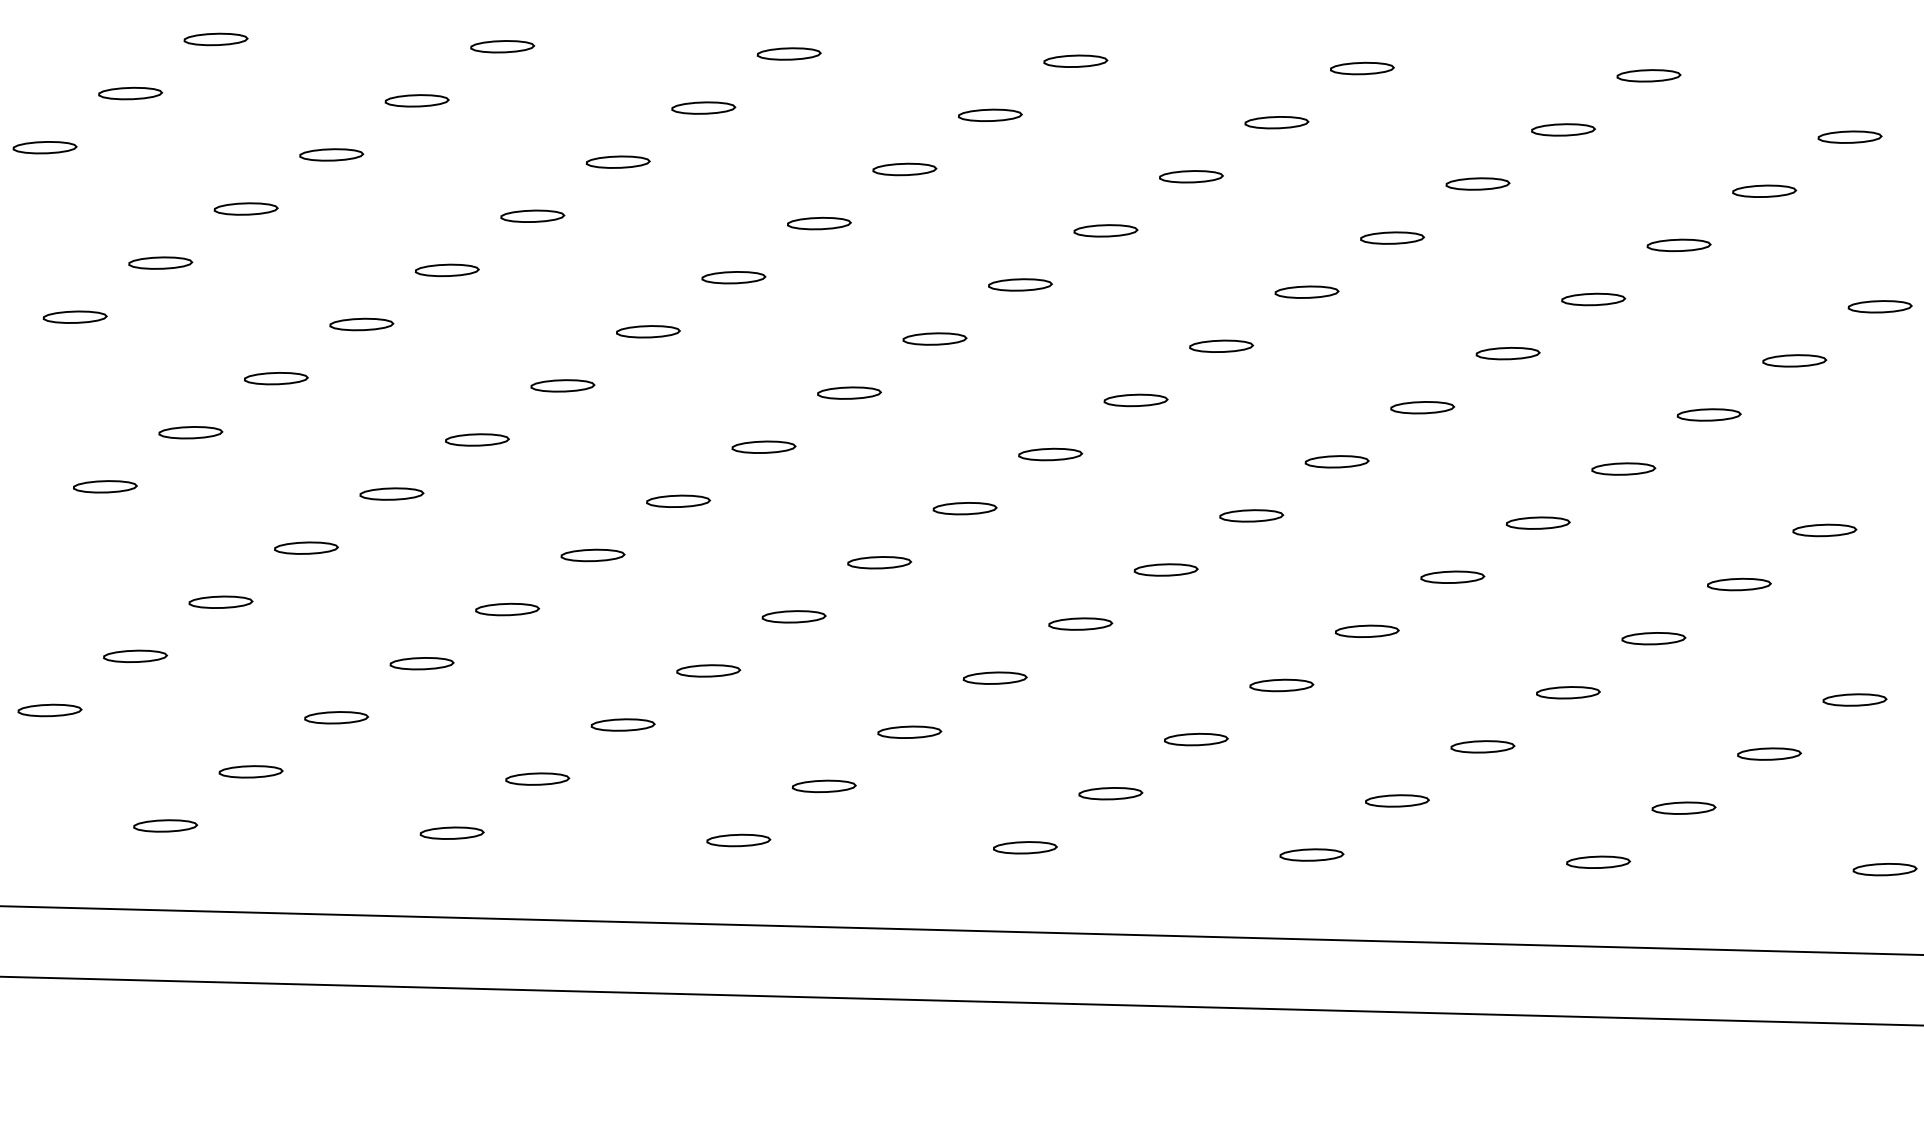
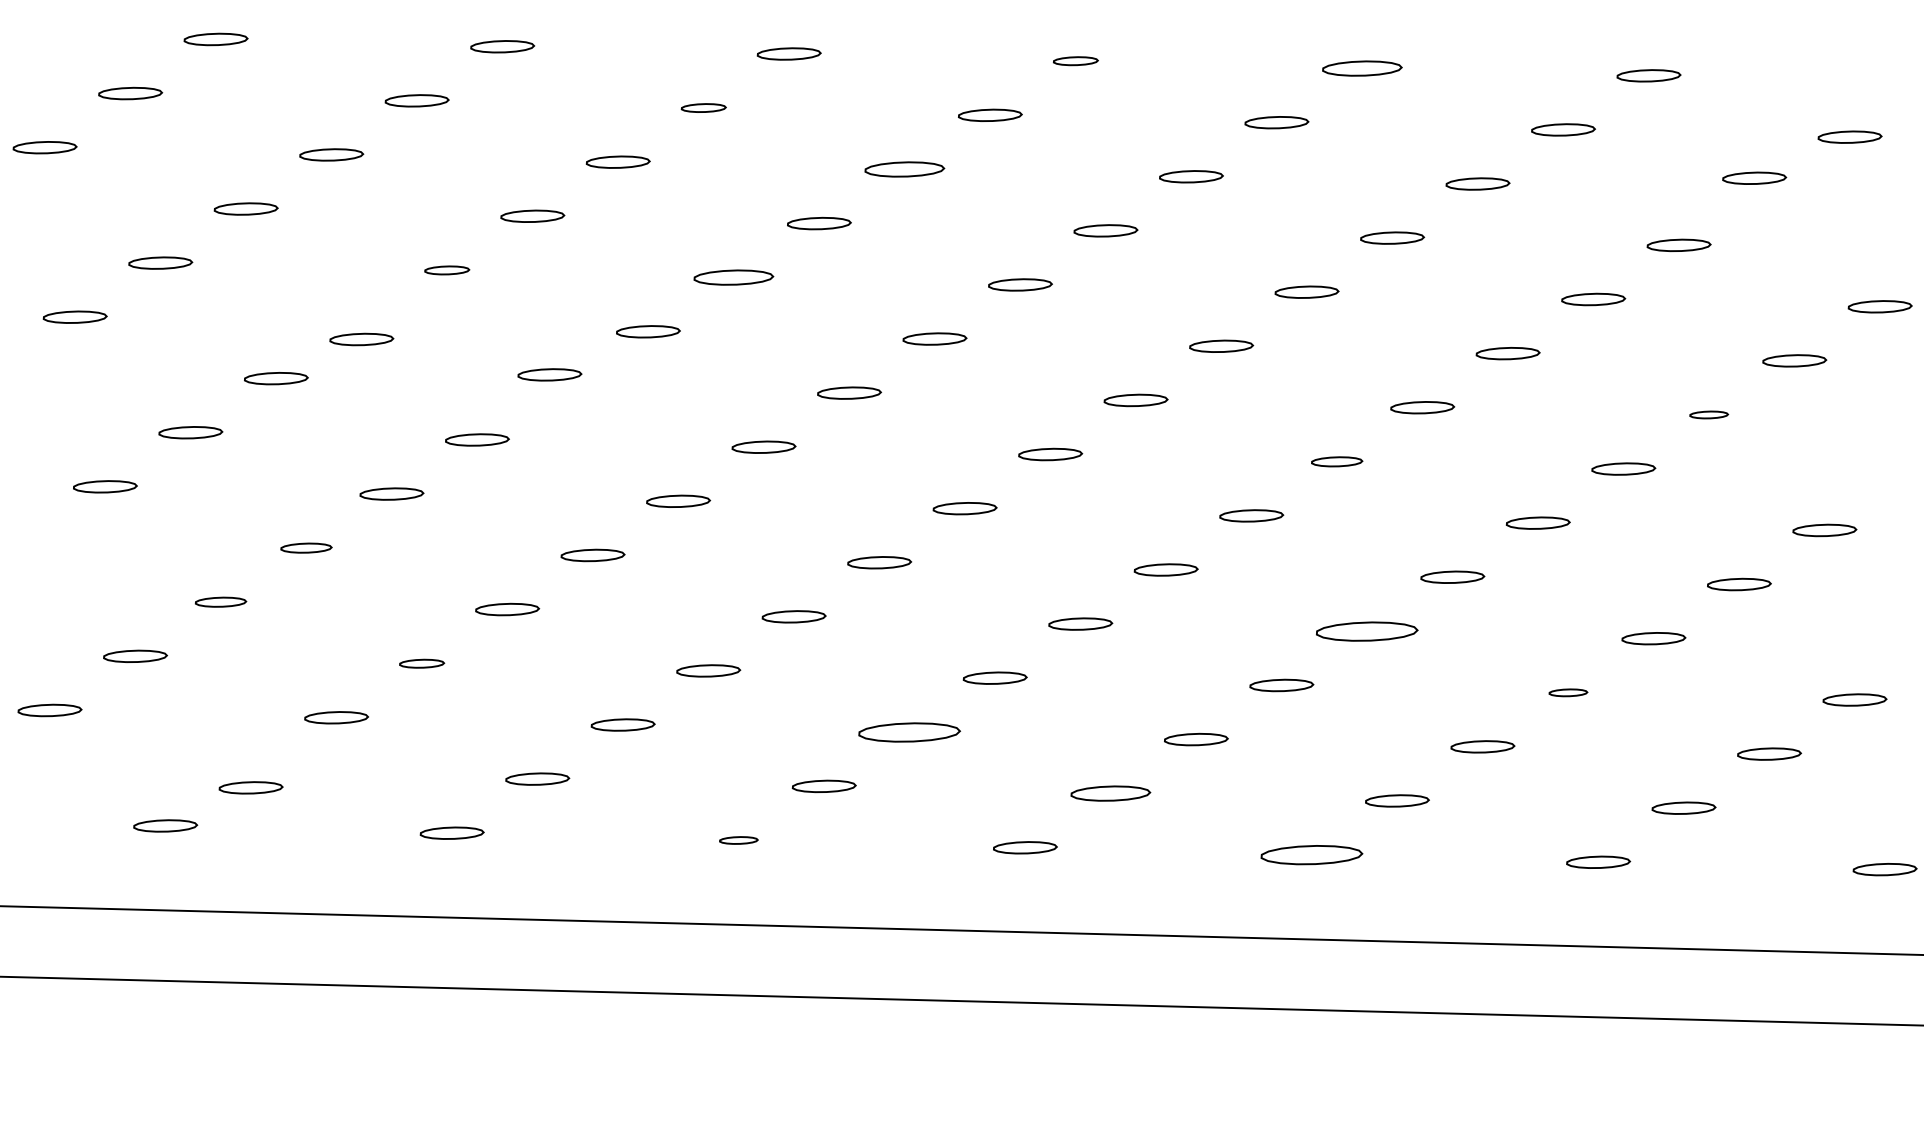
part at (1075, 60) size: 66x14 px -> 46x11 px
part at (1362, 68) size: 65x15 px -> 81x17 px
part at (703, 107) size: 66x14 px -> 47x10 px
part at (904, 169) size: 66x15 px -> 82x17 px
part at (1764, 190) position: (1764, 190) -> (1754, 177)
part at (446, 270) size: 66x15 px -> 47x11 px
part at (733, 277) size: 66x14 px -> 82x17 px
part at (361, 324) position: (361, 324) -> (361, 339)
part at (562, 385) position: (562, 385) -> (549, 374)
part at (1708, 414) size: 66x14 px -> 41x10 px
part at (1336, 461) size: 66x14 px -> 53x12 px
part at (306, 547) size: 65x14 px -> 53x12 px
part at (220, 601) size: 66x14 px -> 54x12 px
part at (1367, 630) size: 65x14 px -> 103x21 px
part at (421, 663) size: 66x14 px -> 47x11 px
part at (1568, 692) size: 65x14 px -> 41x10 px
part at (909, 731) size: 66x14 px -> 103x21 px
part at (250, 771) position: (250, 771) -> (250, 787)
part at (1110, 793) size: 66x14 px -> 82x17 px
part at (738, 840) size: 66x15 px -> 40x9 px
part at (1311, 854) size: 66x14 px -> 104x21 px
